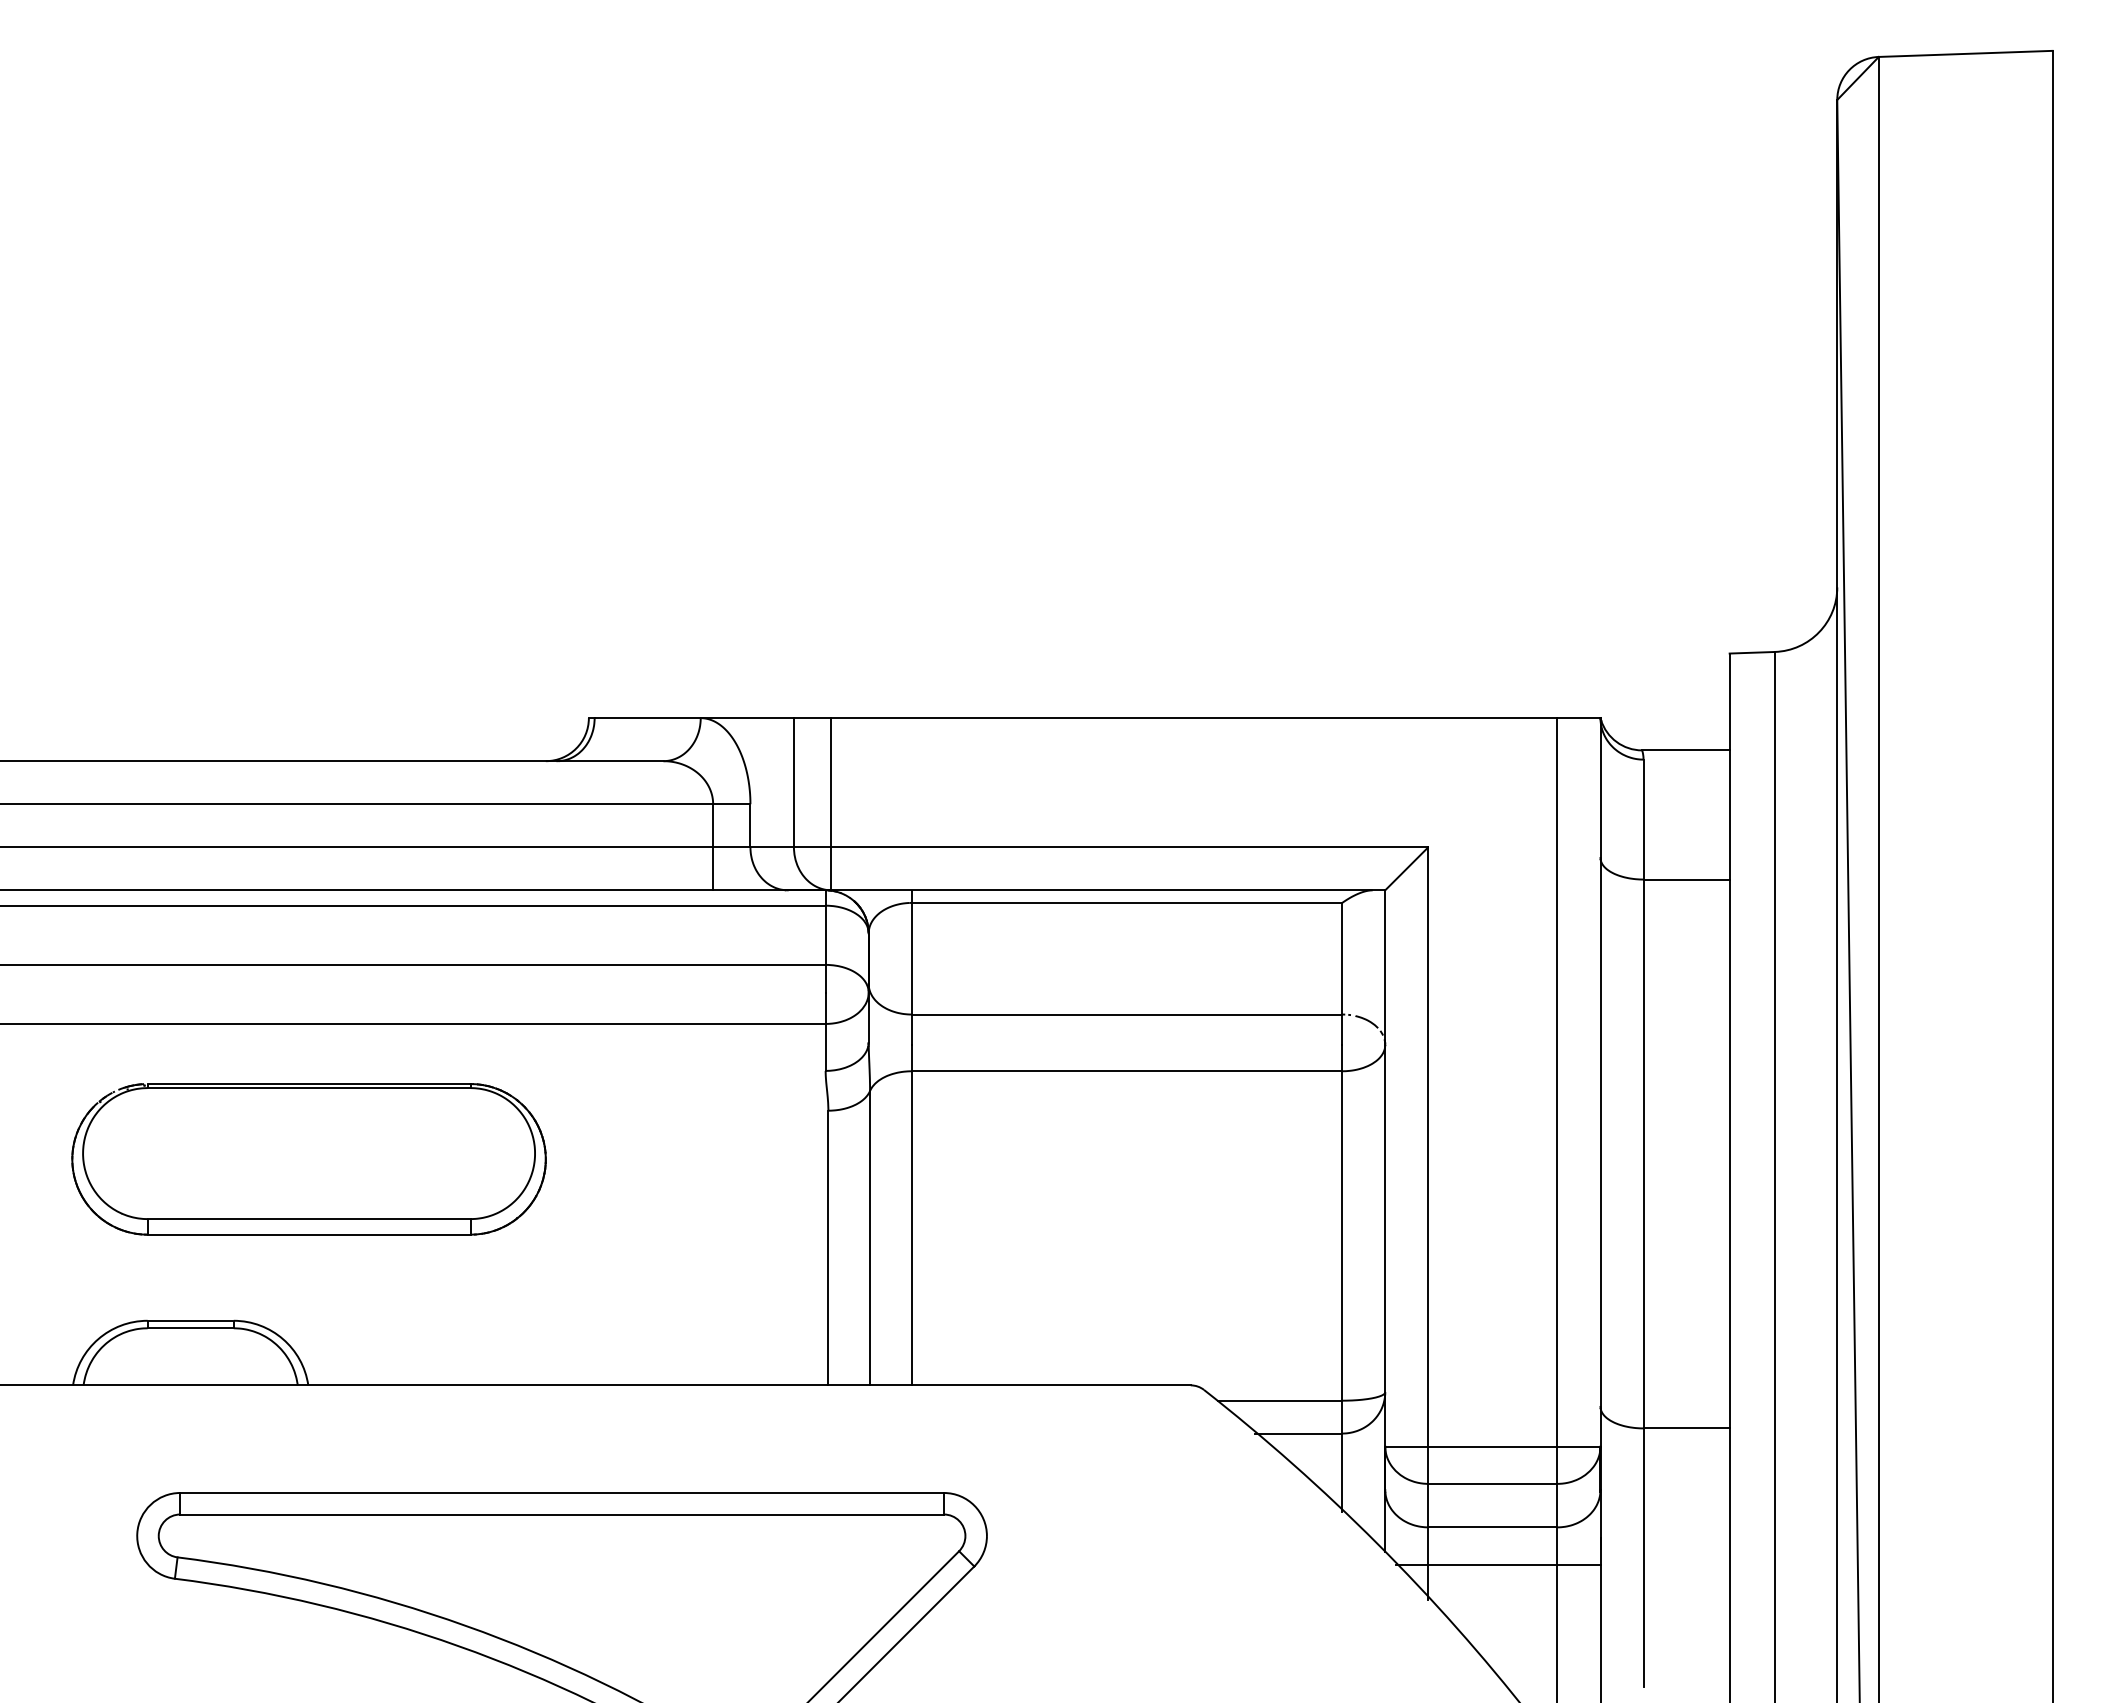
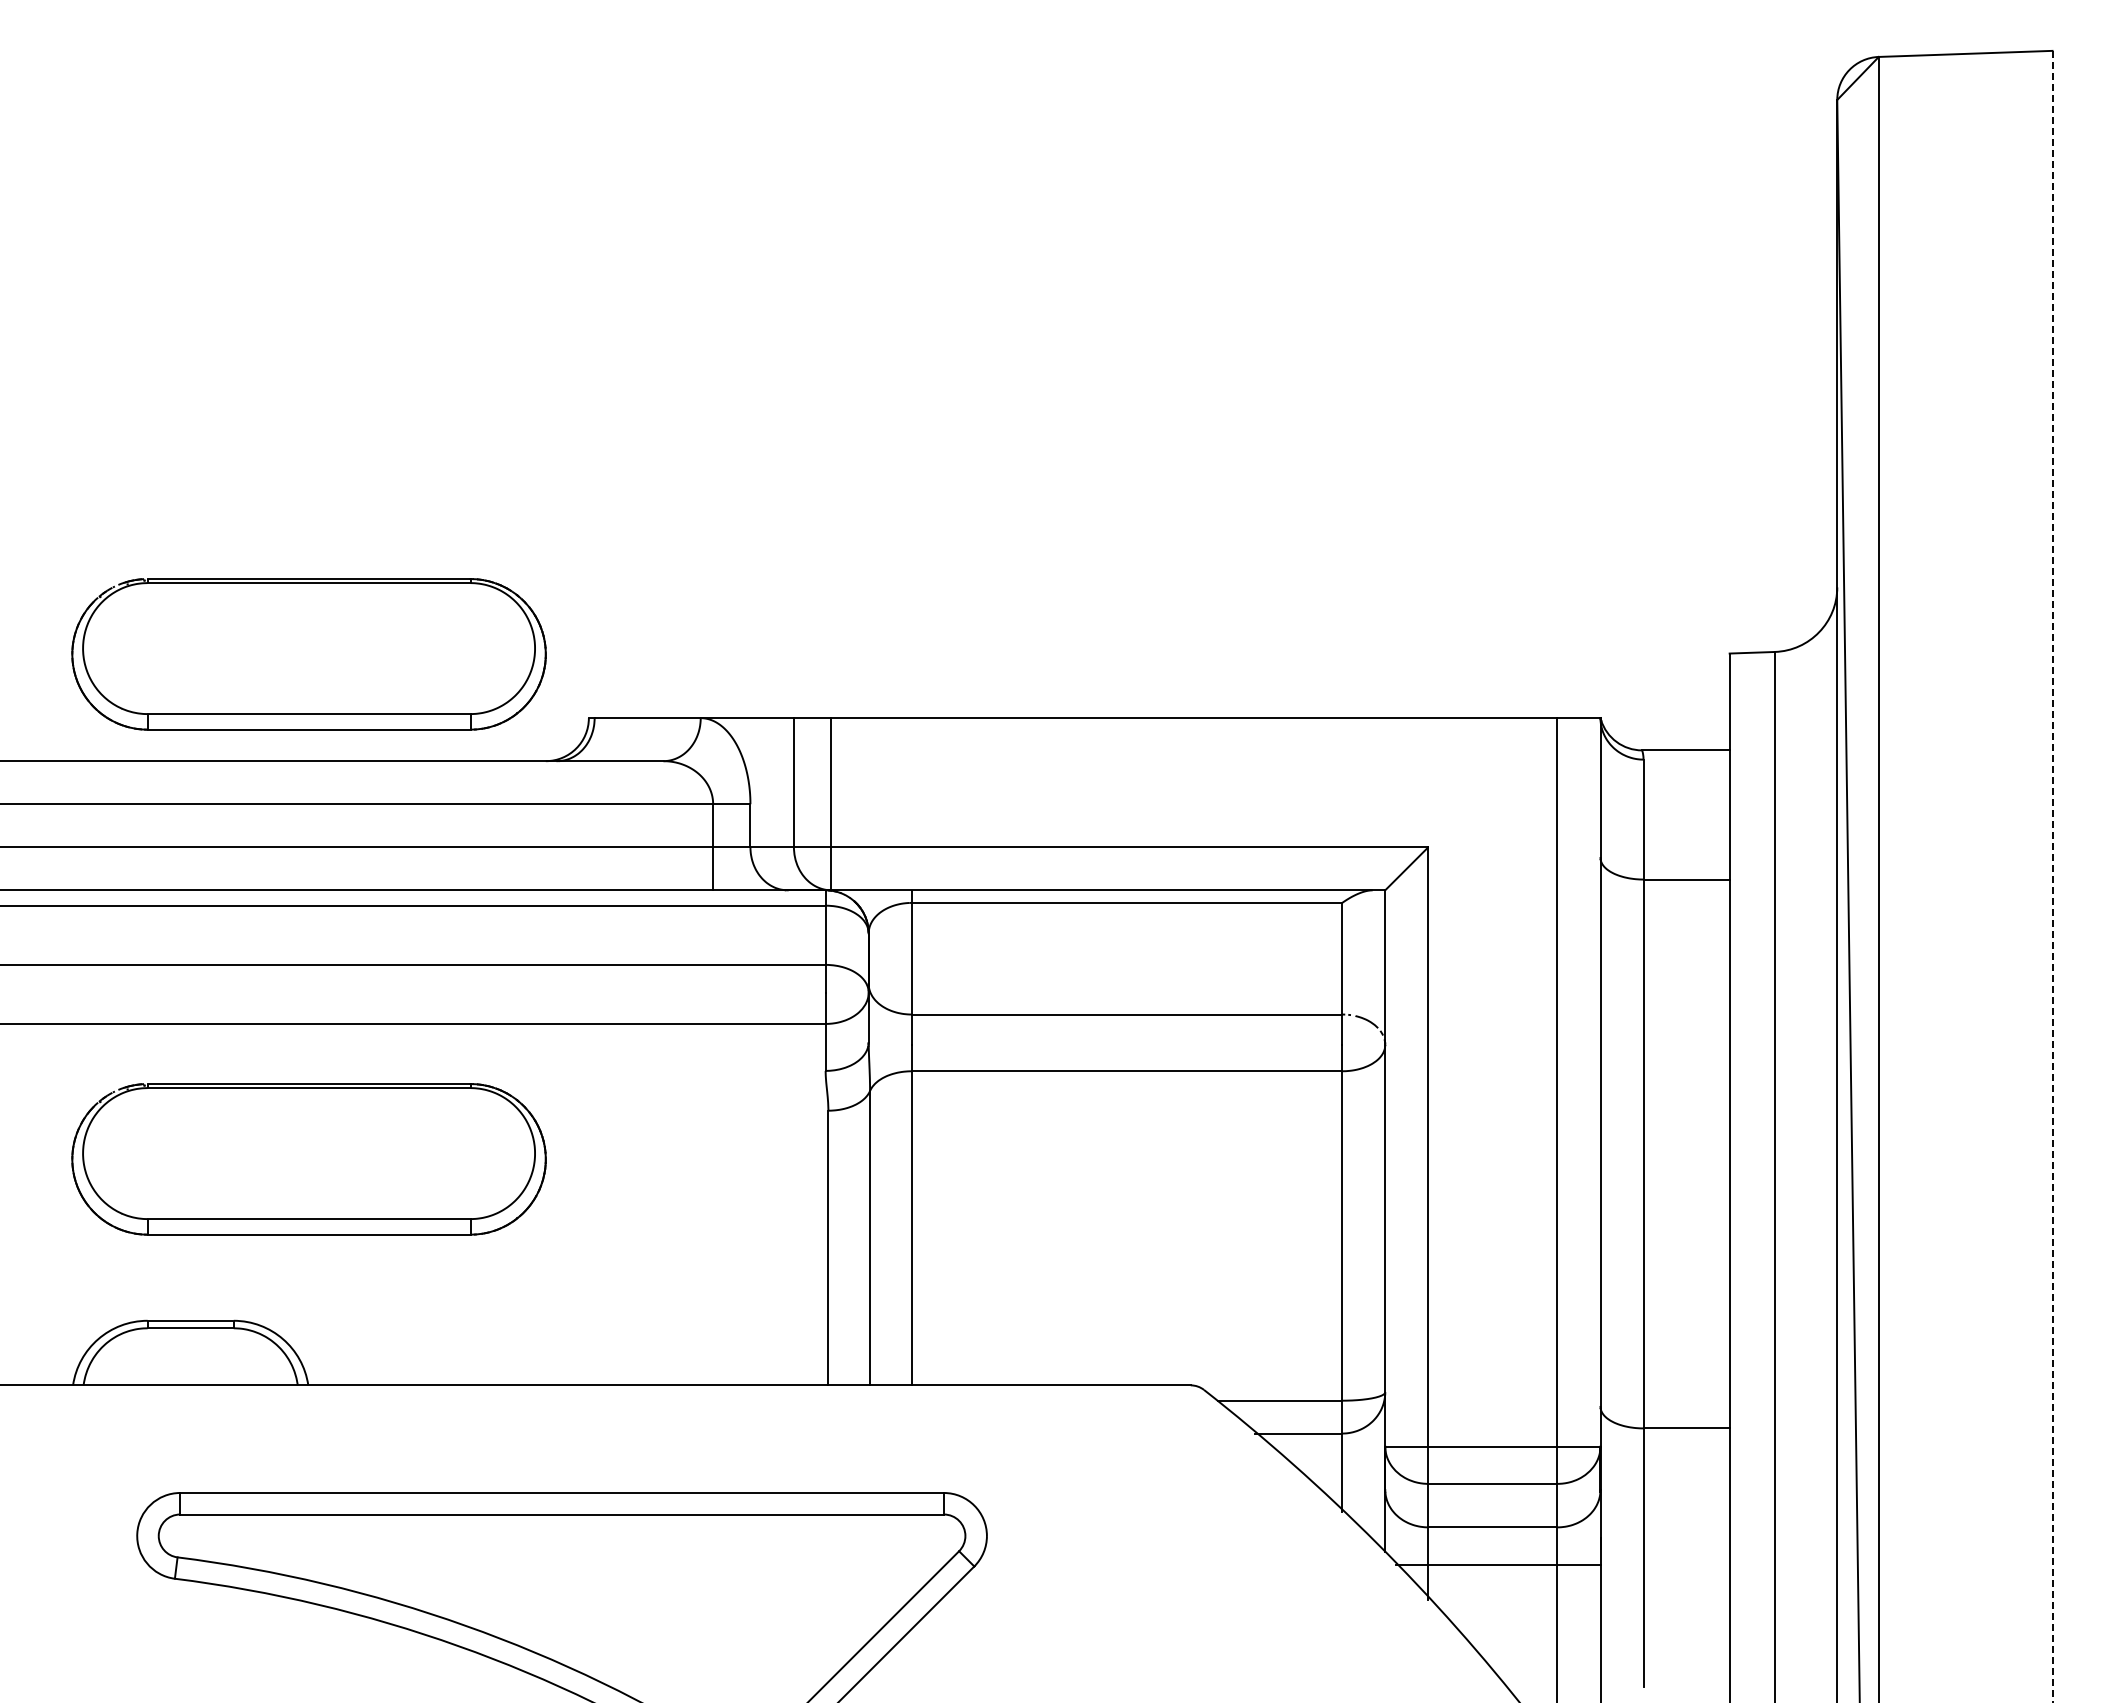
part at (308, 654): none -> present
line at (2052, 876): solid -> dashed
